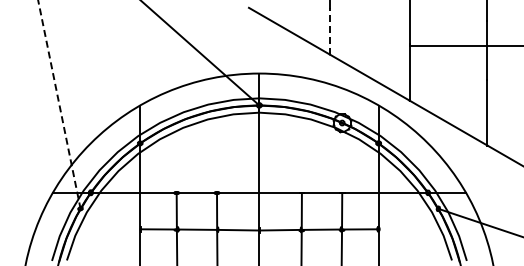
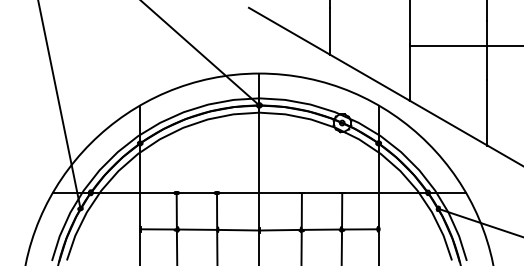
line at (329, 30): dashed -> solid
line at (59, 105): dashed -> solid
